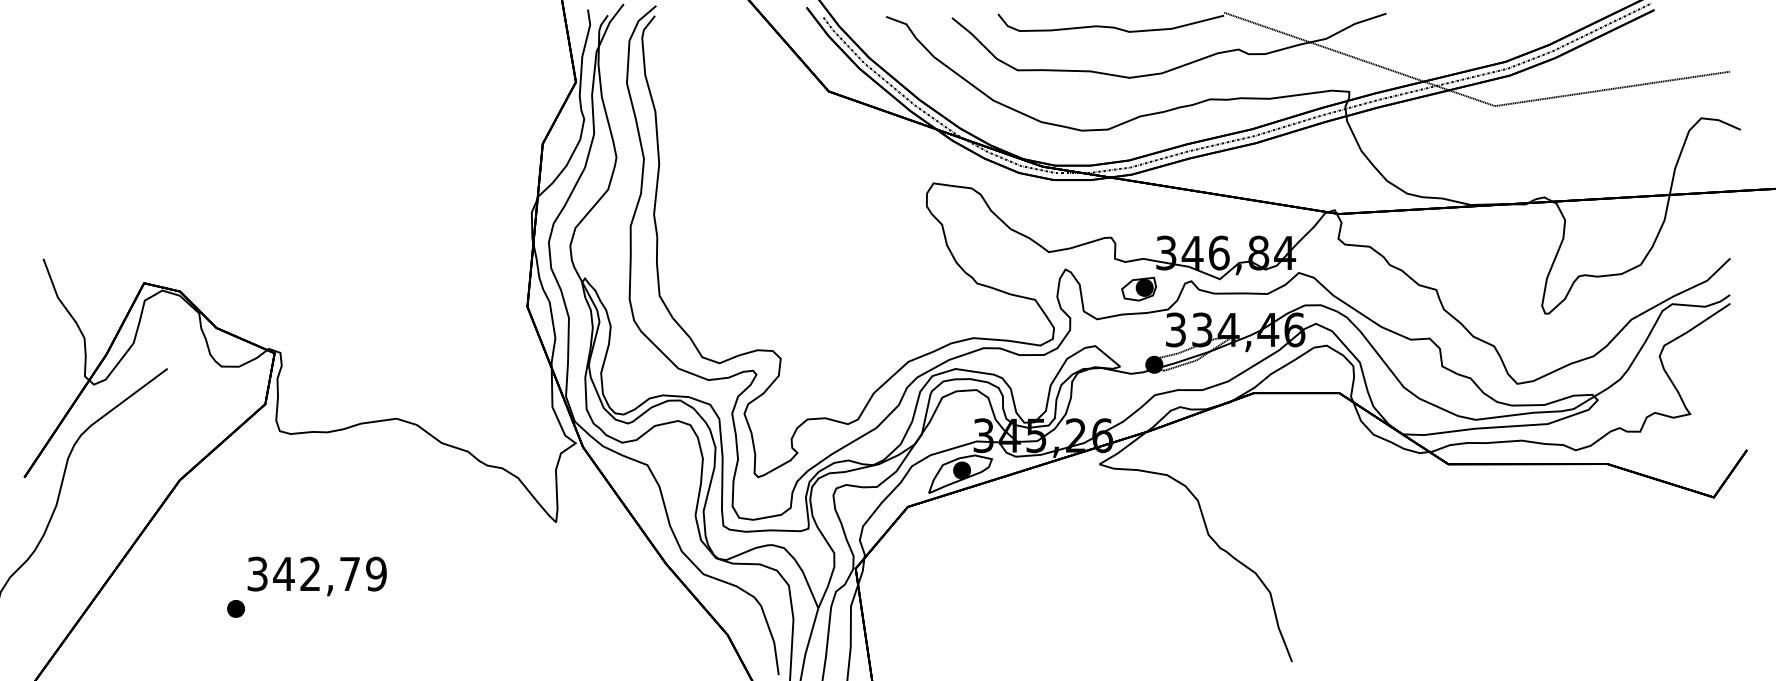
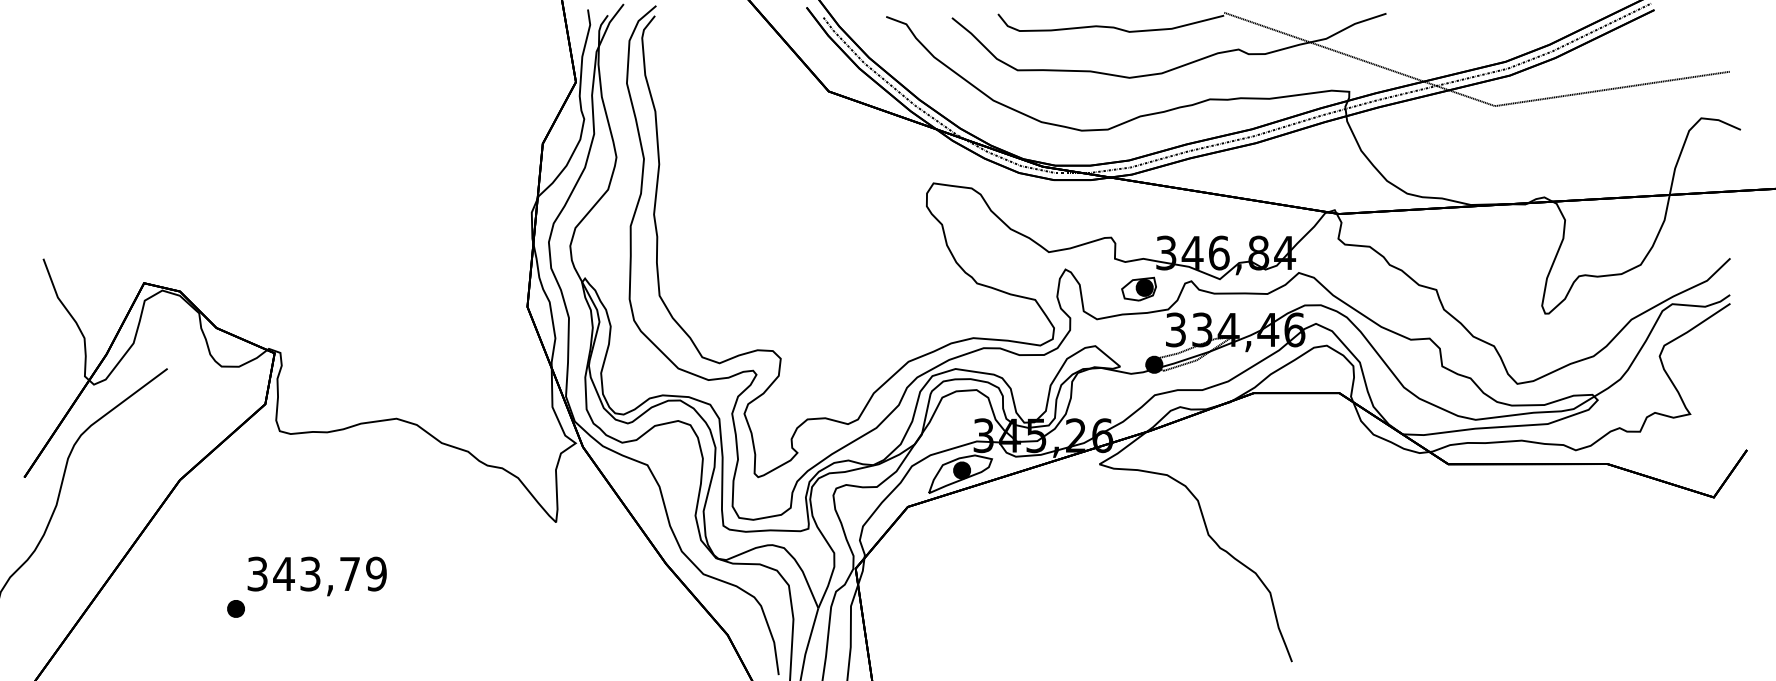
text at (310, 574): 342,79 -> 343,79
